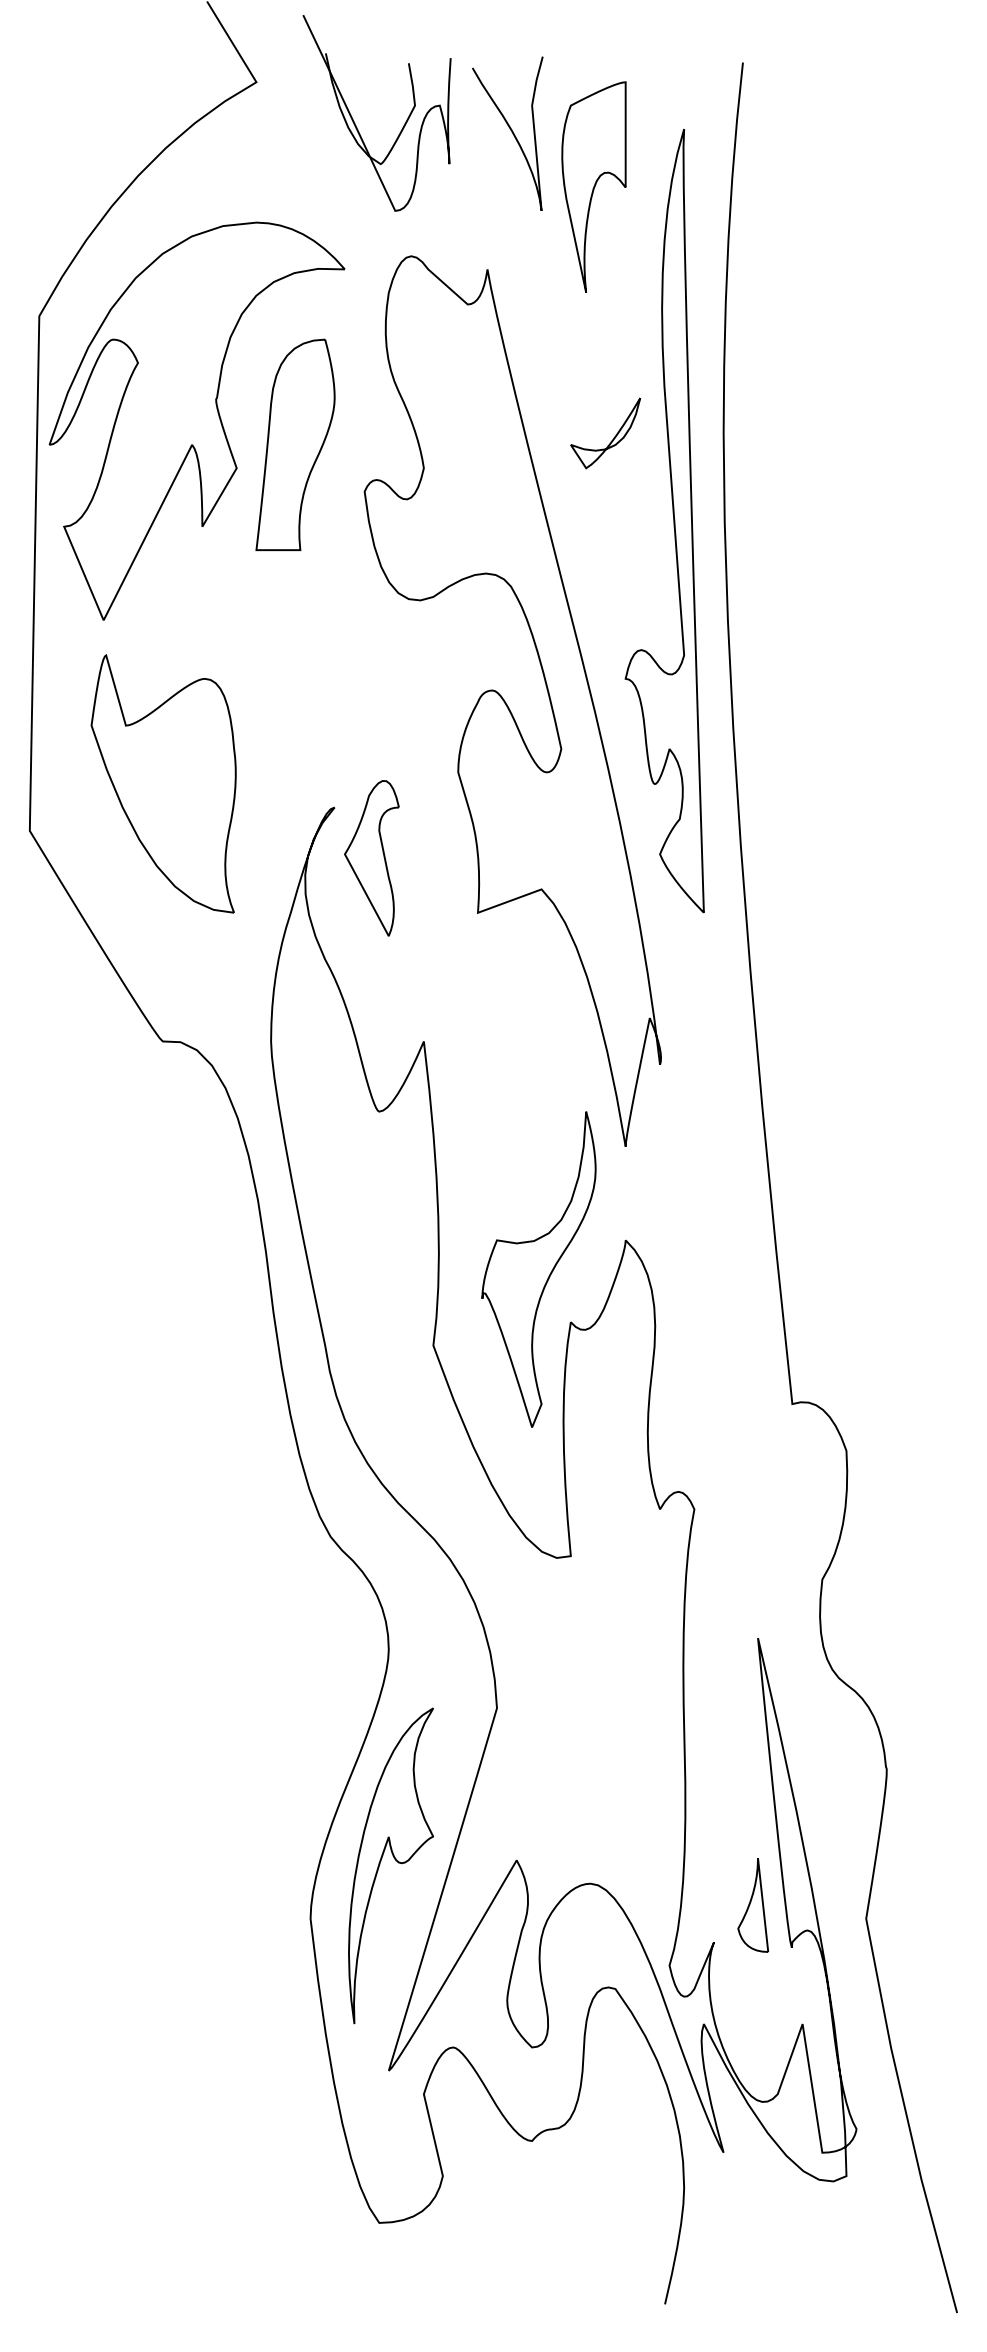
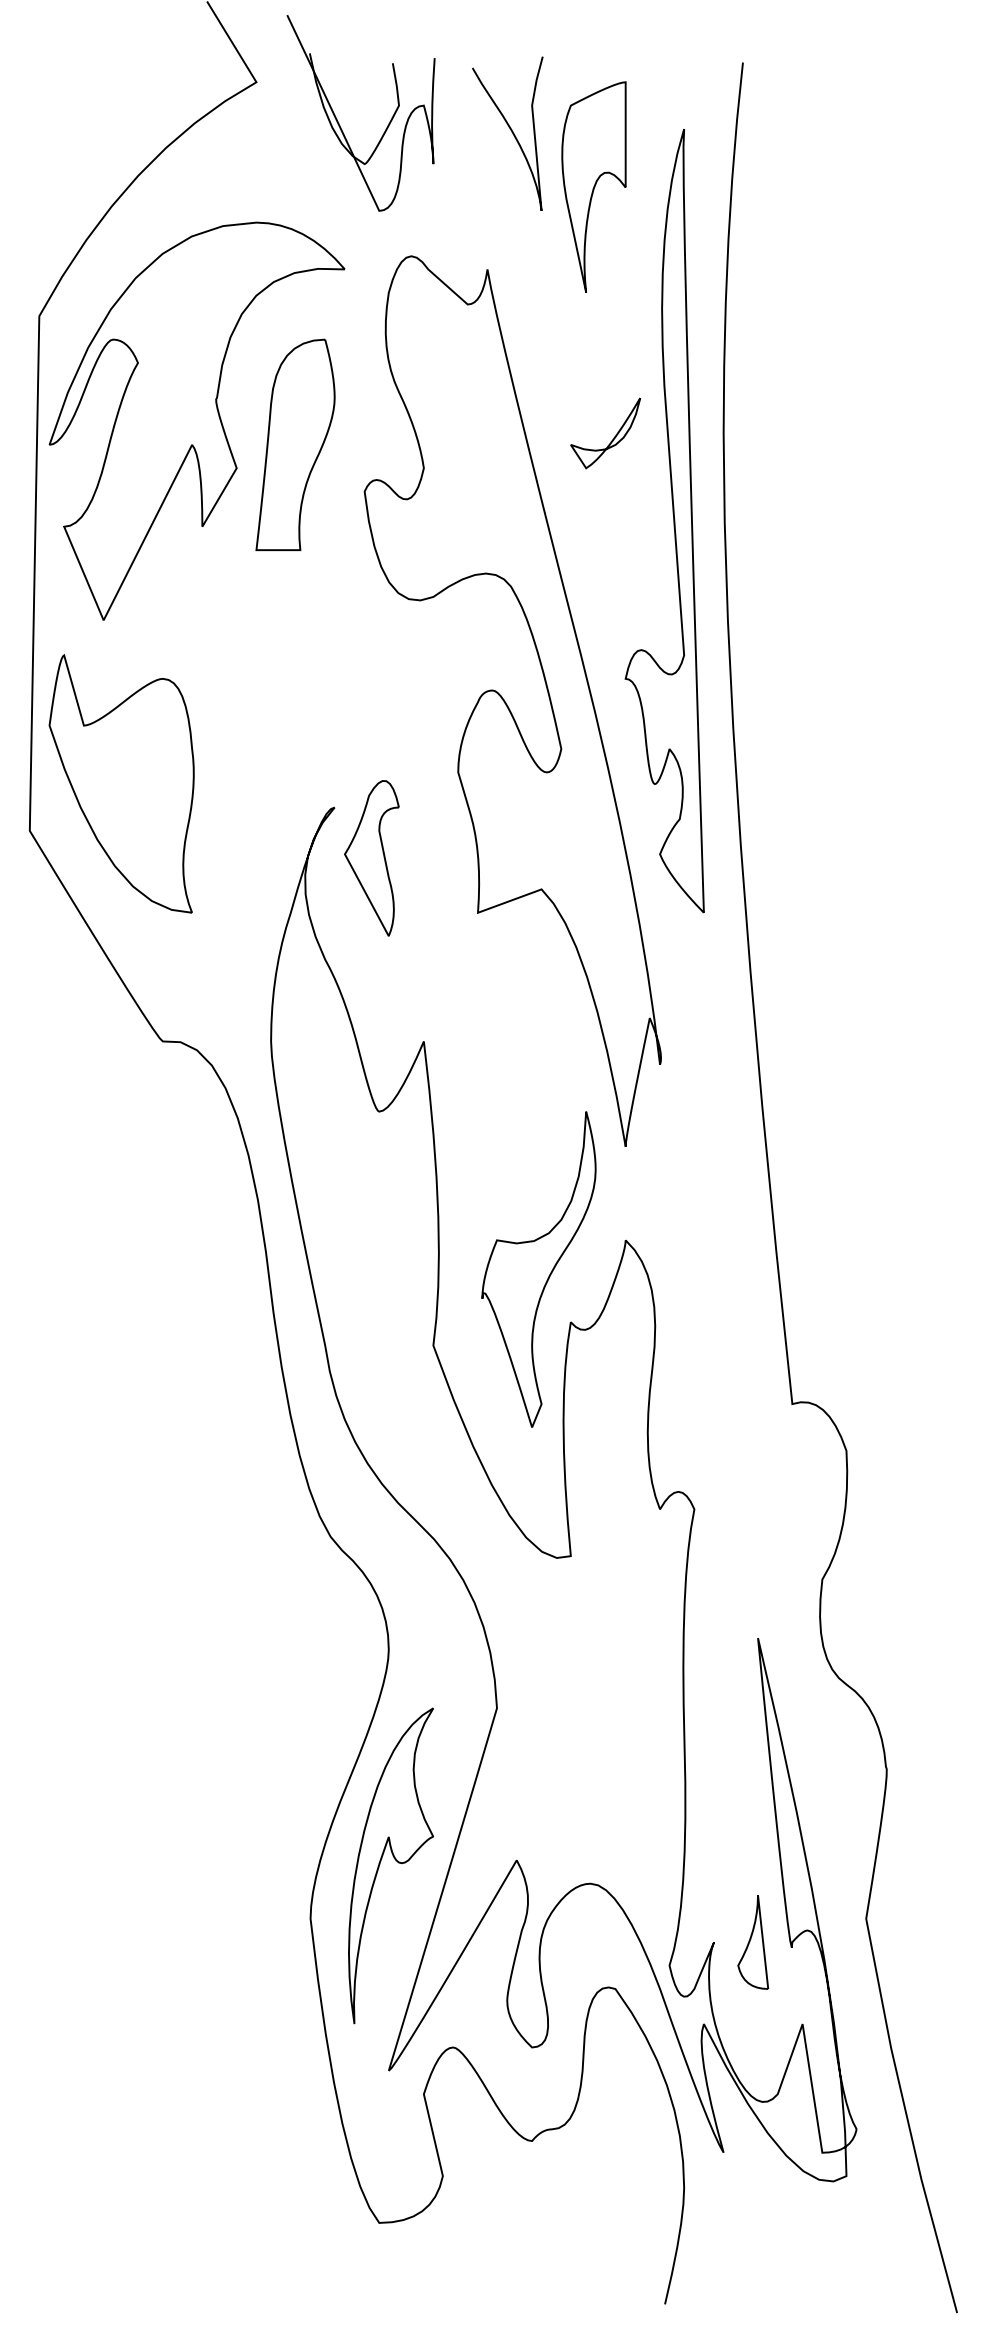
part at (355, 123) position: (355, 123) -> (339, 123)
part at (163, 783) position: (163, 783) -> (121, 783)
part at (753, 1905) position: (753, 1905) -> (753, 1942)
